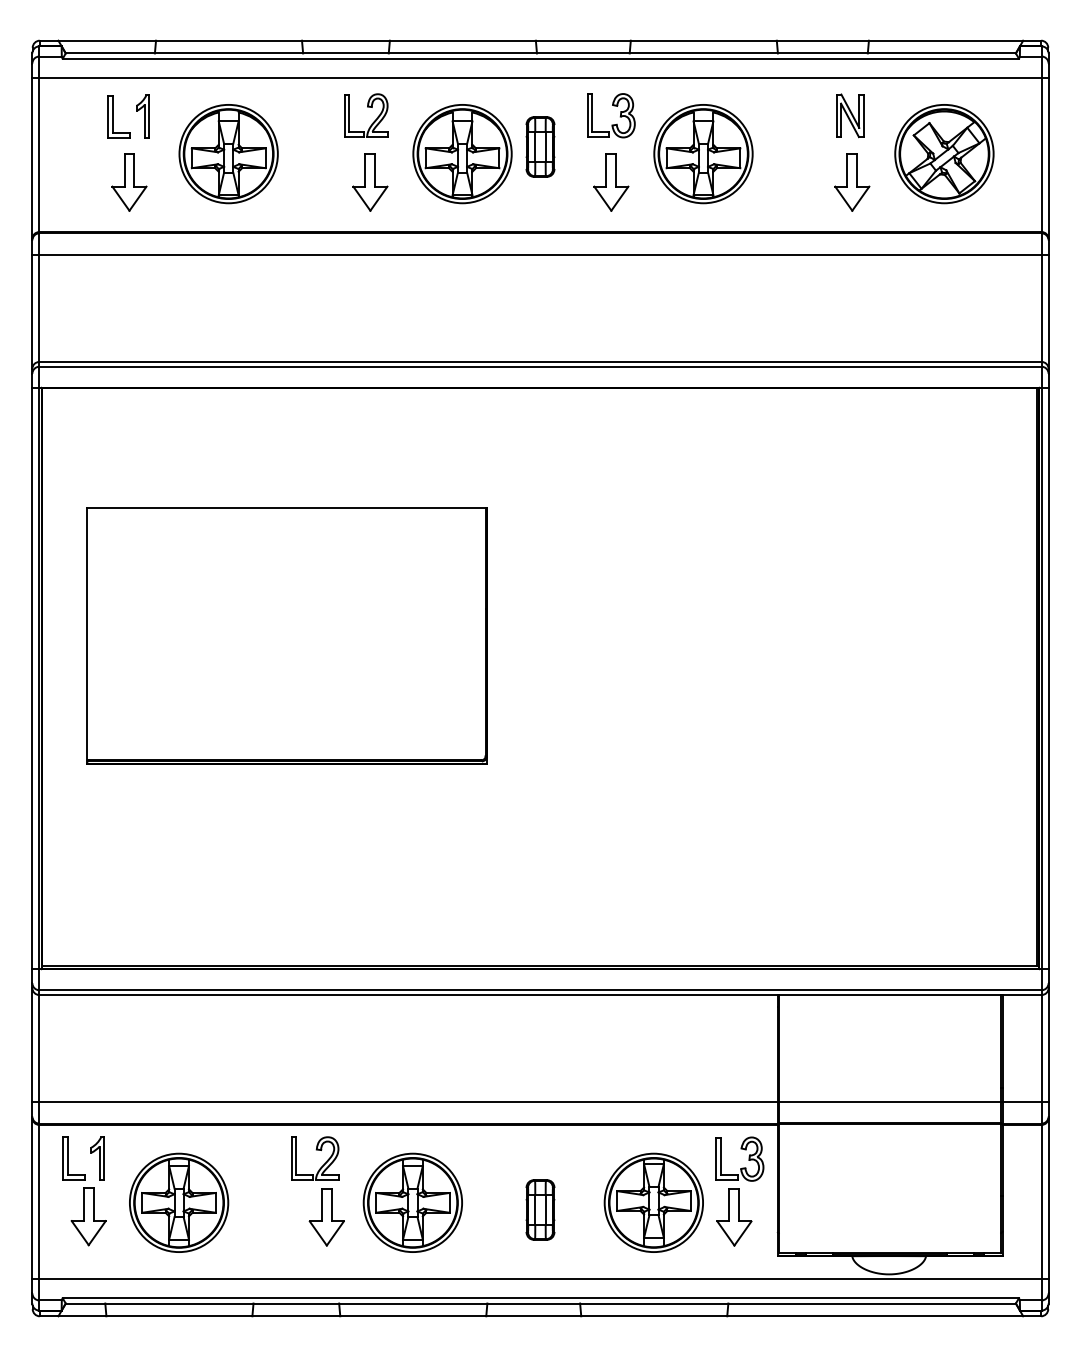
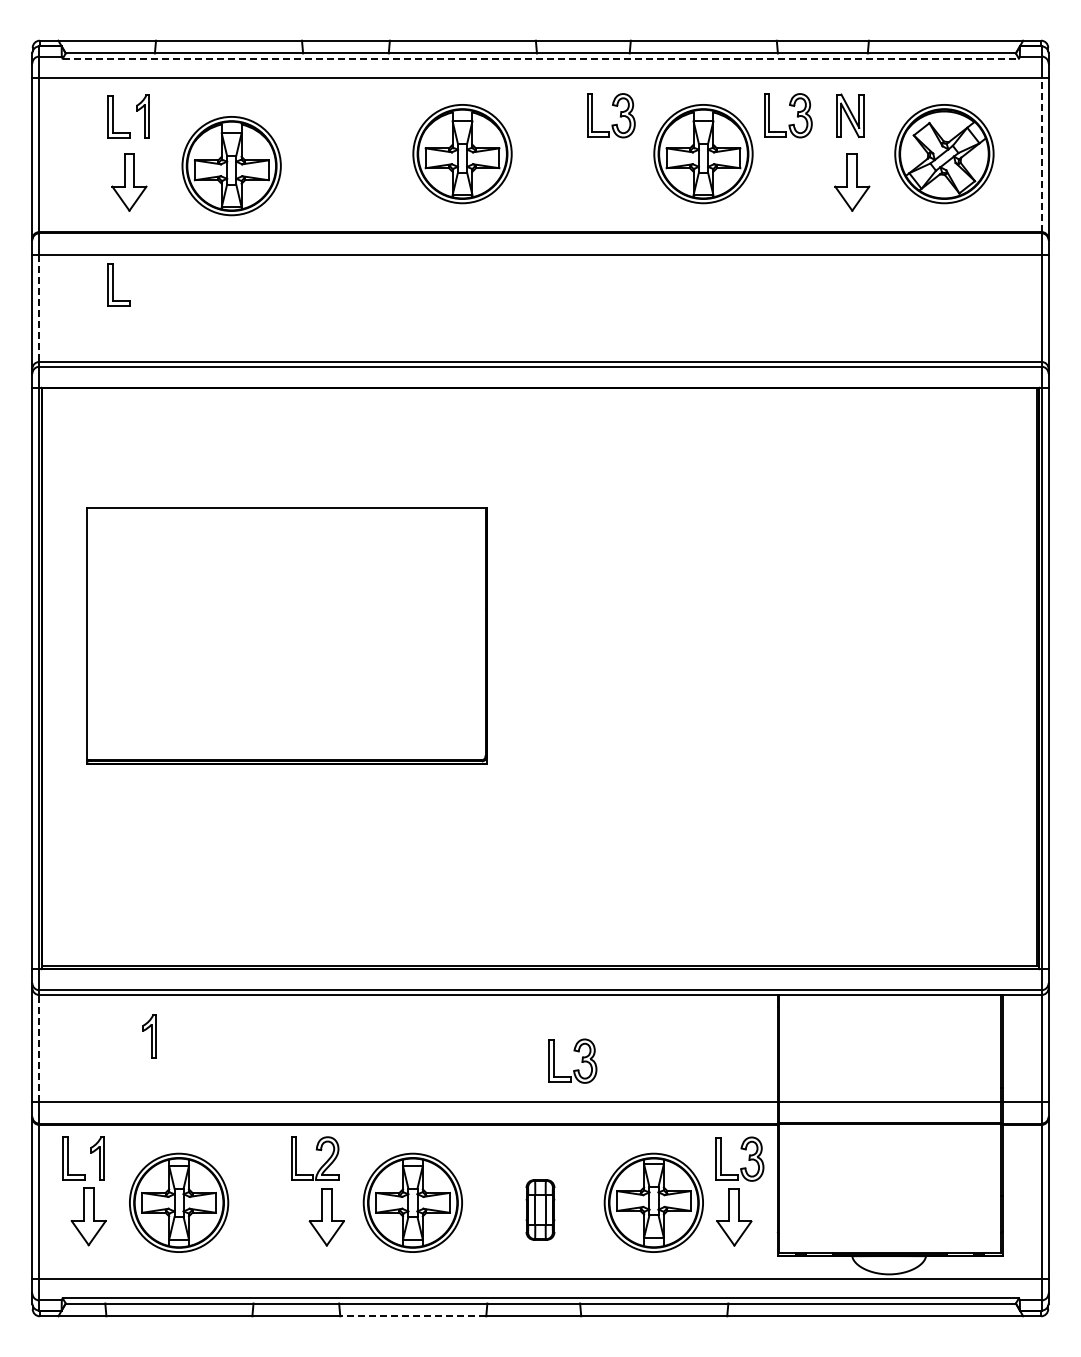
line at (541, 58): solid -> dashed
part at (367, 107): present -> none
part at (796, 116): none -> present
part at (540, 146): present -> none
part at (228, 154) position: (228, 154) -> (231, 166)
line at (1041, 154): solid -> dashed
part at (370, 182): present -> none
part at (611, 182): present -> none
part at (118, 284): none -> present
line at (39, 308): solid -> dashed
part at (149, 1036): none -> present
line at (39, 1048): solid -> dashed
part at (581, 1060): none -> present
line at (413, 1316): solid -> dashed
